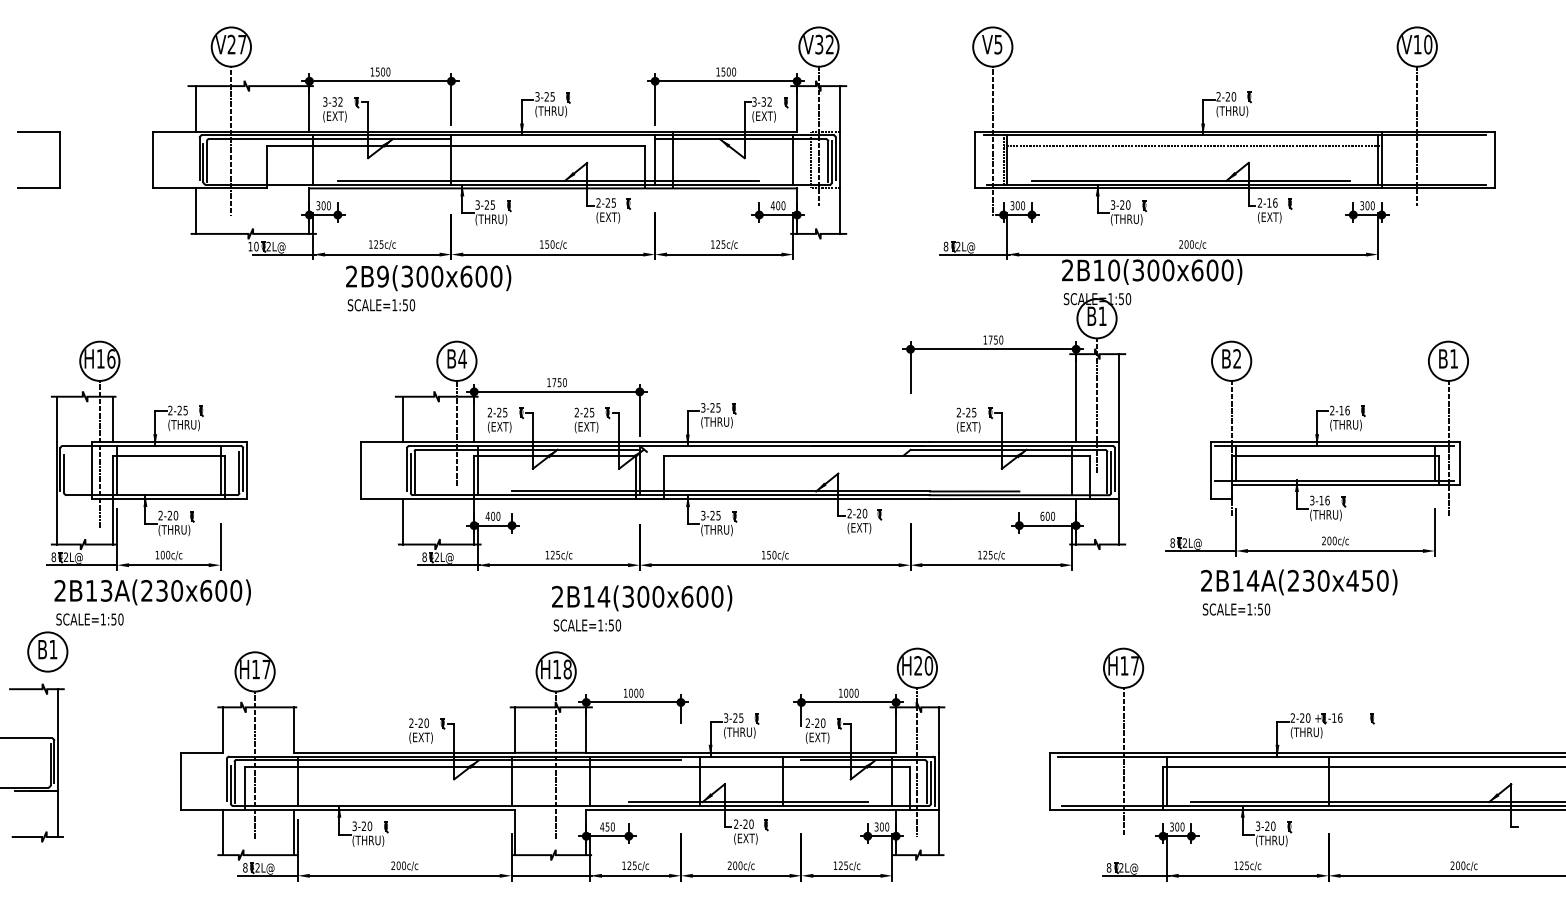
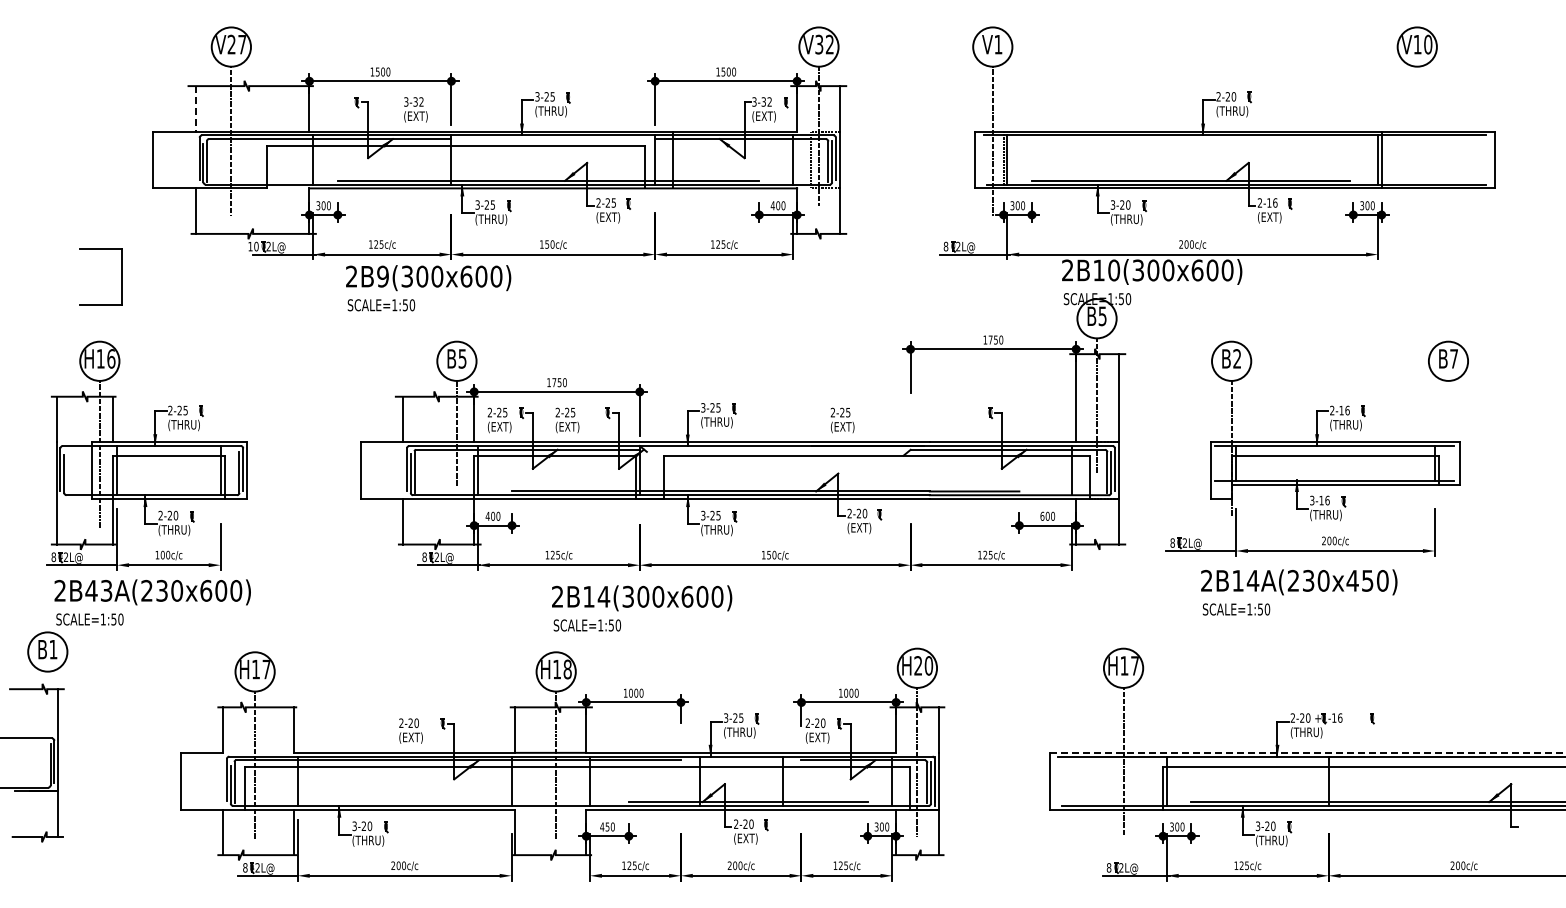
text at (998, 44): V5 -> V1
line at (195, 108): solid -> dashed
text at (334, 109) position: (334, 109) -> (415, 109)
line at (1417, 136): present -> none
line at (1192, 145): present -> none
part at (59, 159) position: (59, 159) -> (121, 276)
text at (1102, 316): B1 -> B5
text at (462, 358): B4 -> B5
text at (1453, 358): B1 -> B7
text at (586, 420) position: (586, 420) -> (567, 420)
text at (968, 420) position: (968, 420) -> (842, 420)
line at (1448, 448): present -> none
text at (91, 590): 2B13A(230x600) -> 2B43A(230x600)
text at (420, 730) position: (420, 730) -> (410, 730)
line at (1307, 752): solid -> dashed
line at (551, 875): present -> none
